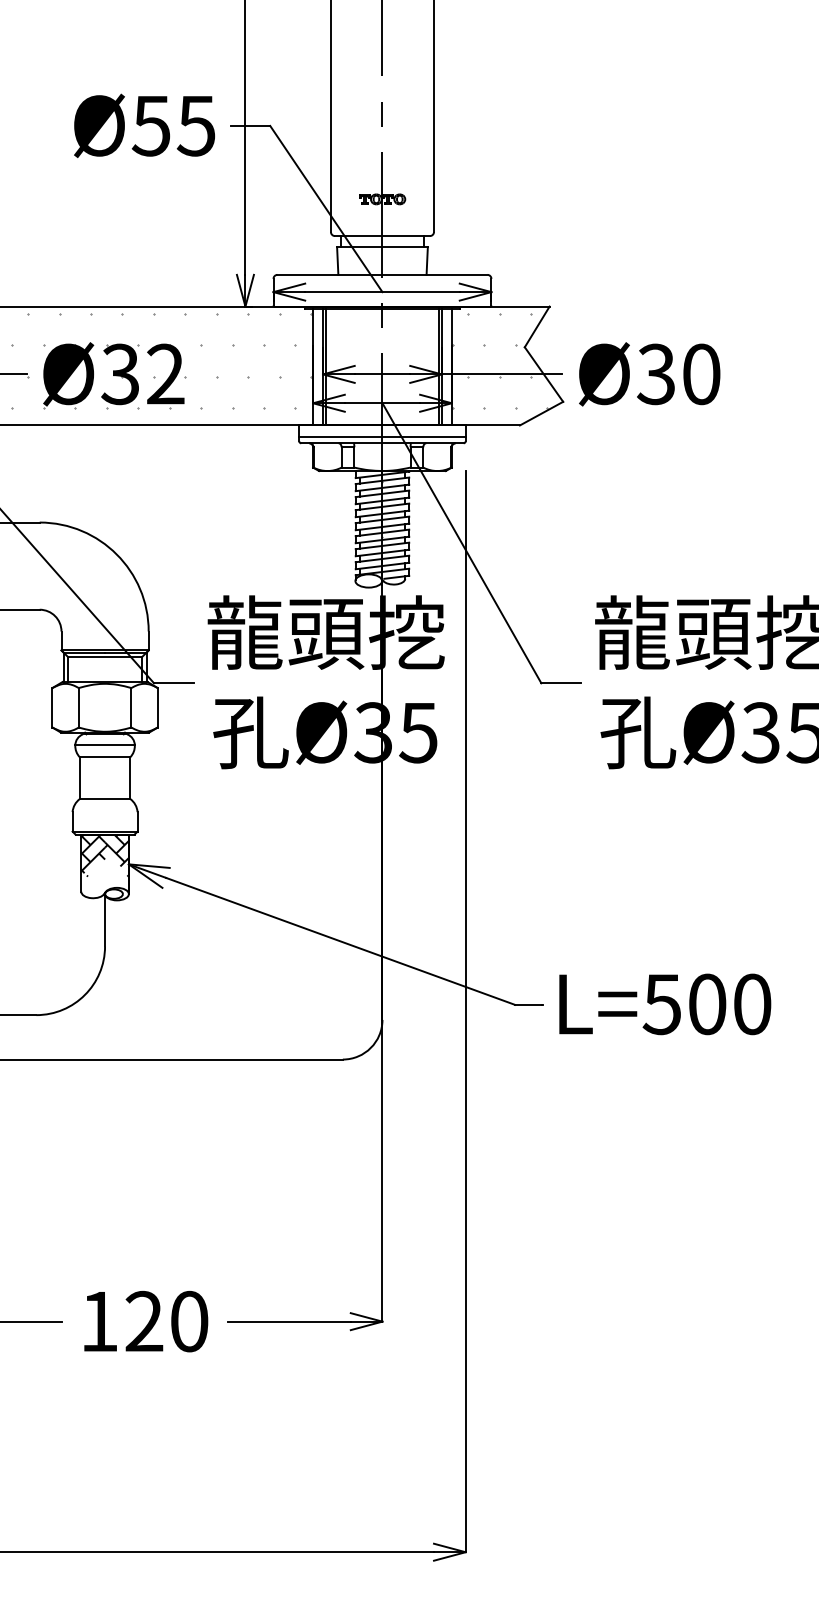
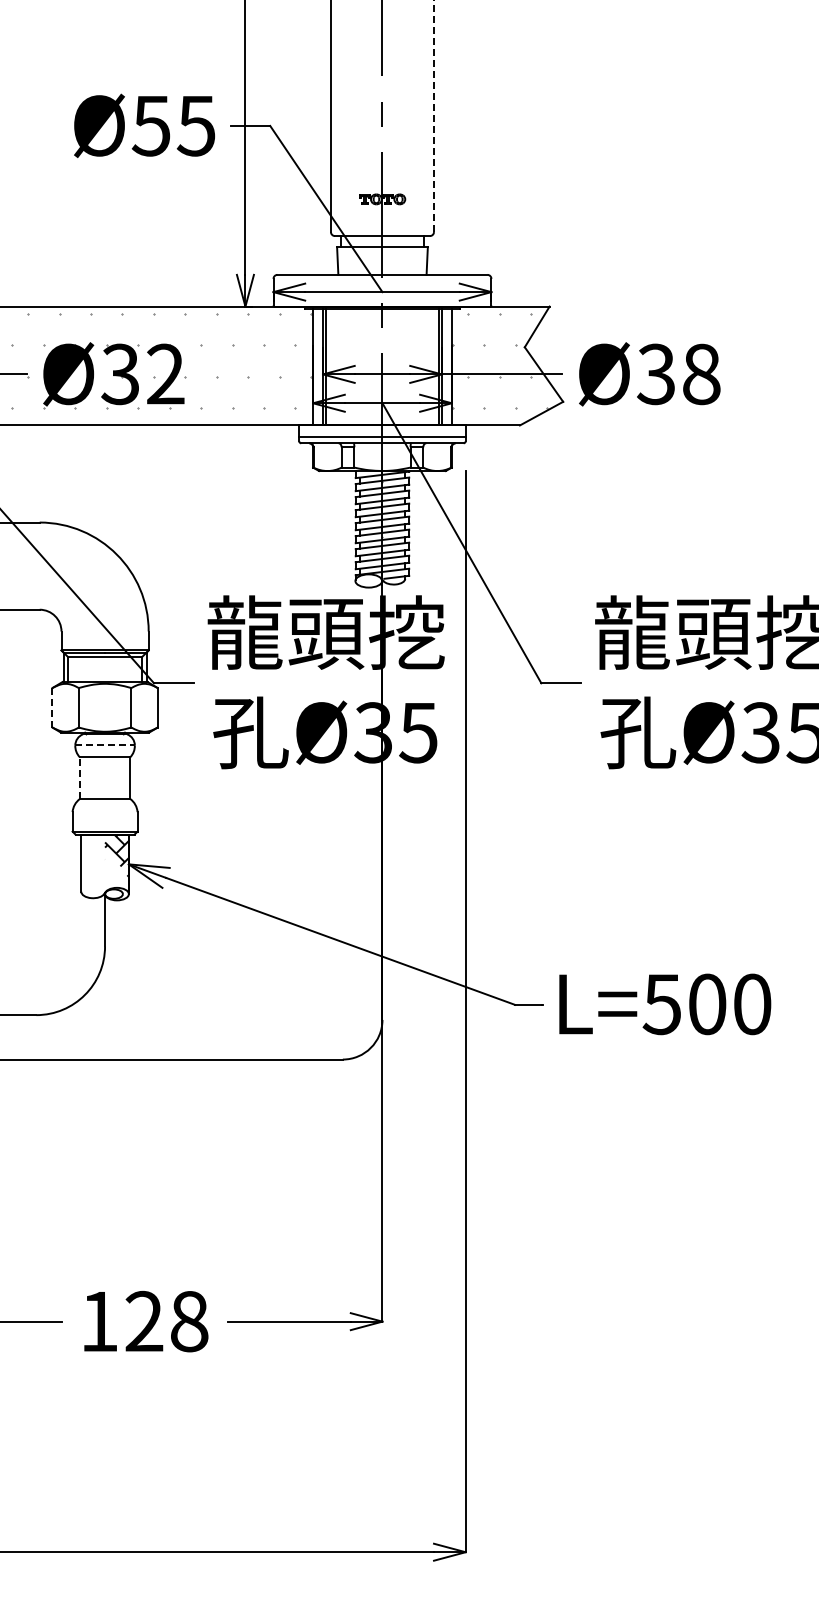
line at (433, 116): solid -> dashed
text at (701, 373): 30 -> 38
line at (52, 707): solid -> dashed
line at (105, 745): solid -> dashed
line at (79, 778): solid -> dashed
hatch at (93, 855): present -> none
text at (189, 1321): 120 -> 128
